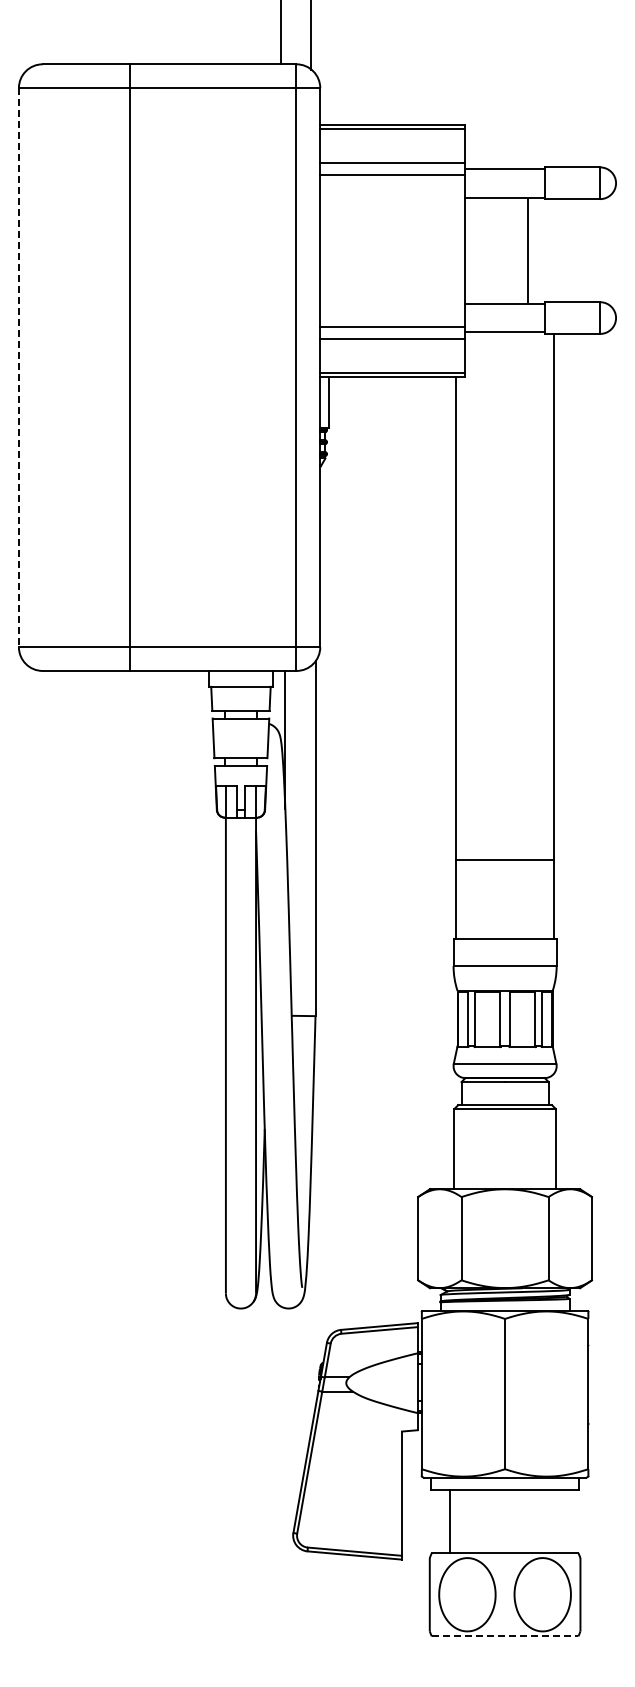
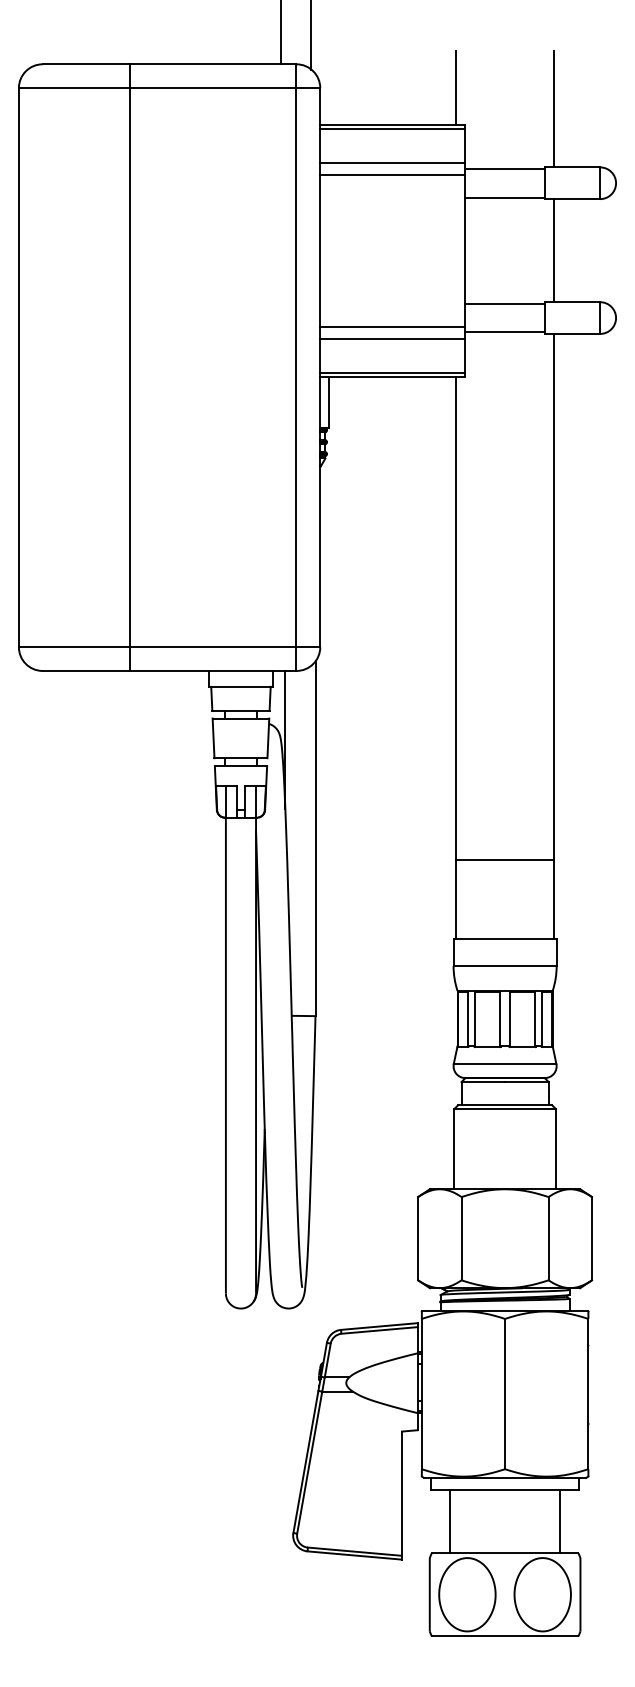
line at (456, 87): none -> present
line at (553, 108): none -> present
line at (527, 250) position: (527, 250) -> (553, 250)
line at (18, 367): dashed -> solid
line at (560, 1521): none -> present
line at (505, 1636): dashed -> solid
